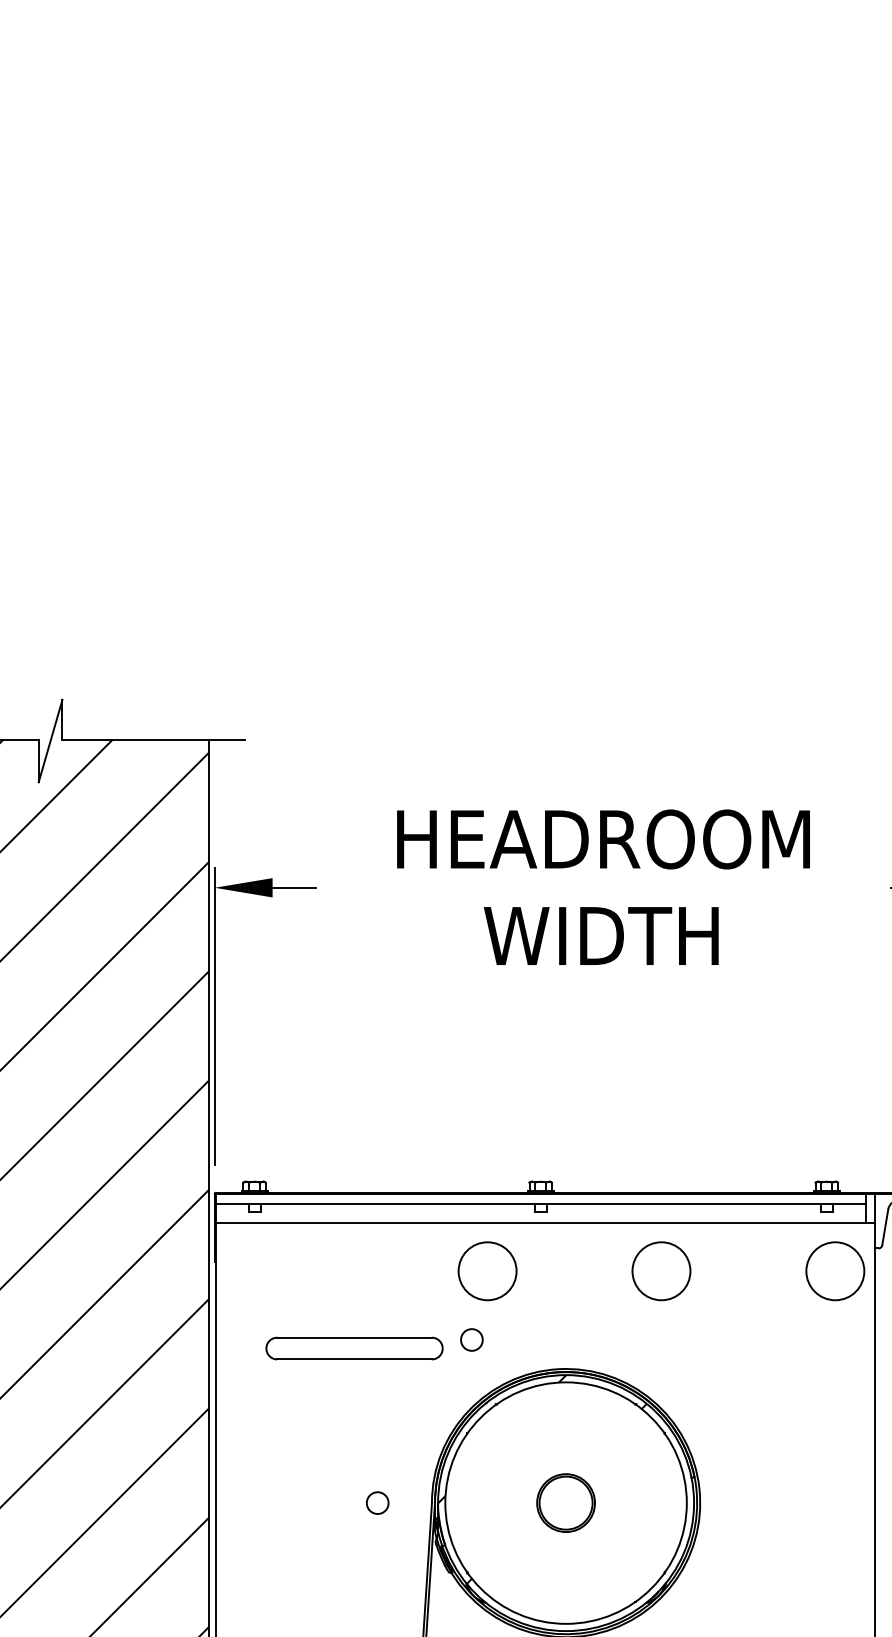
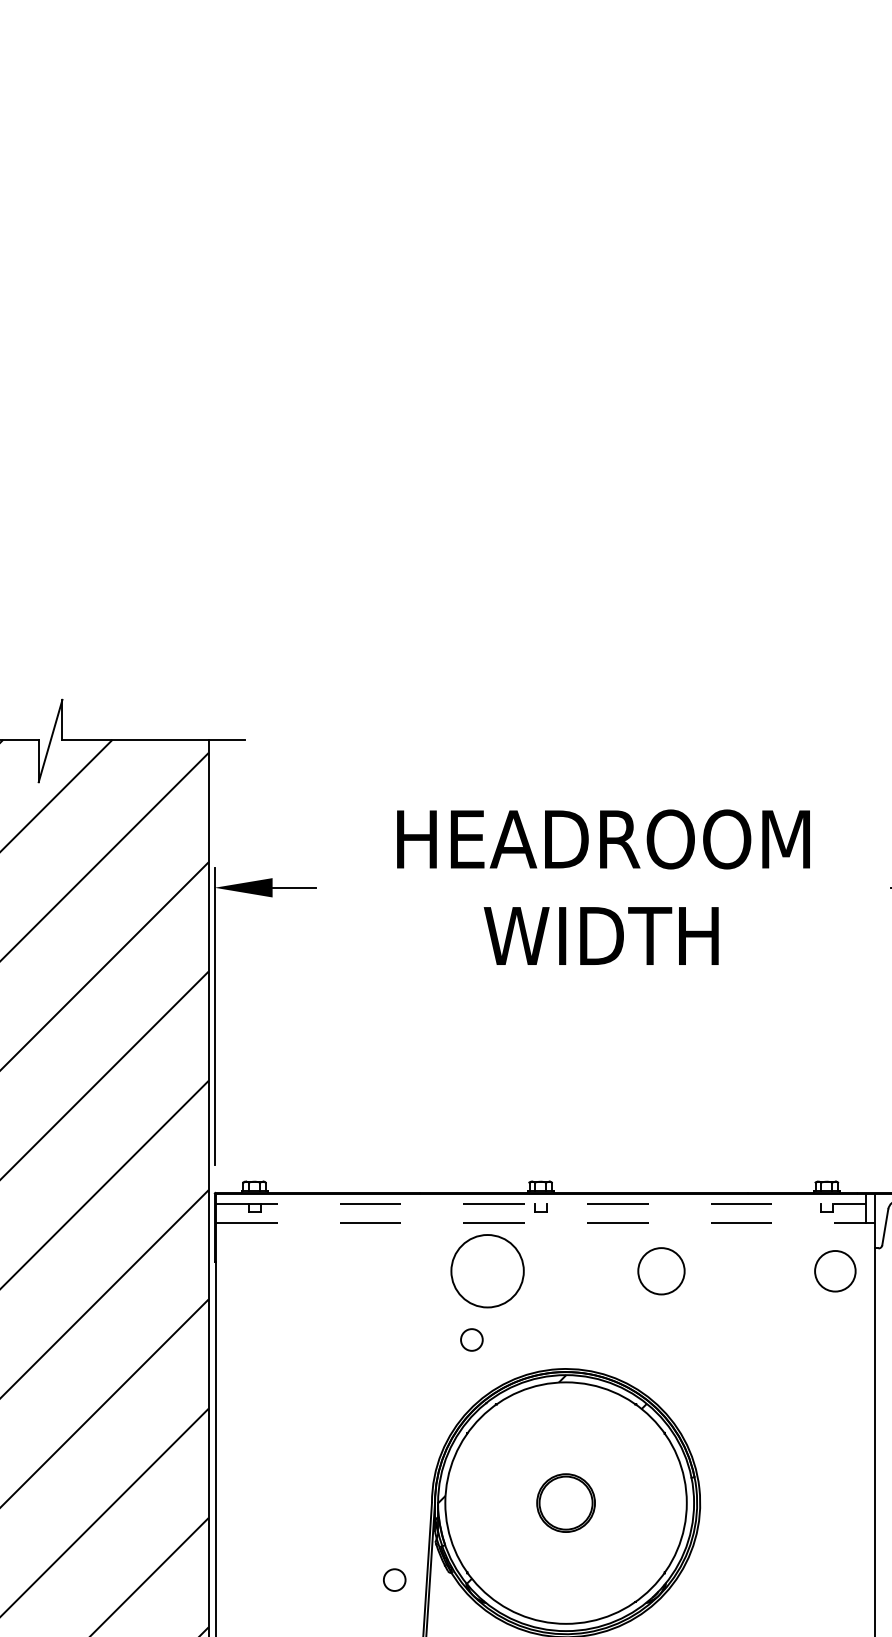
line at (540, 1203): solid -> dashed
line at (545, 1222): solid -> dashed
circle at (487, 1271) size: 61x61 px -> 75x75 px
circle at (661, 1271) diameter: 58 px -> 46 px
circle at (835, 1271) diameter: 58 px -> 41 px
part at (354, 1348): present -> none
circle at (377, 1502) position: (377, 1502) -> (394, 1579)
